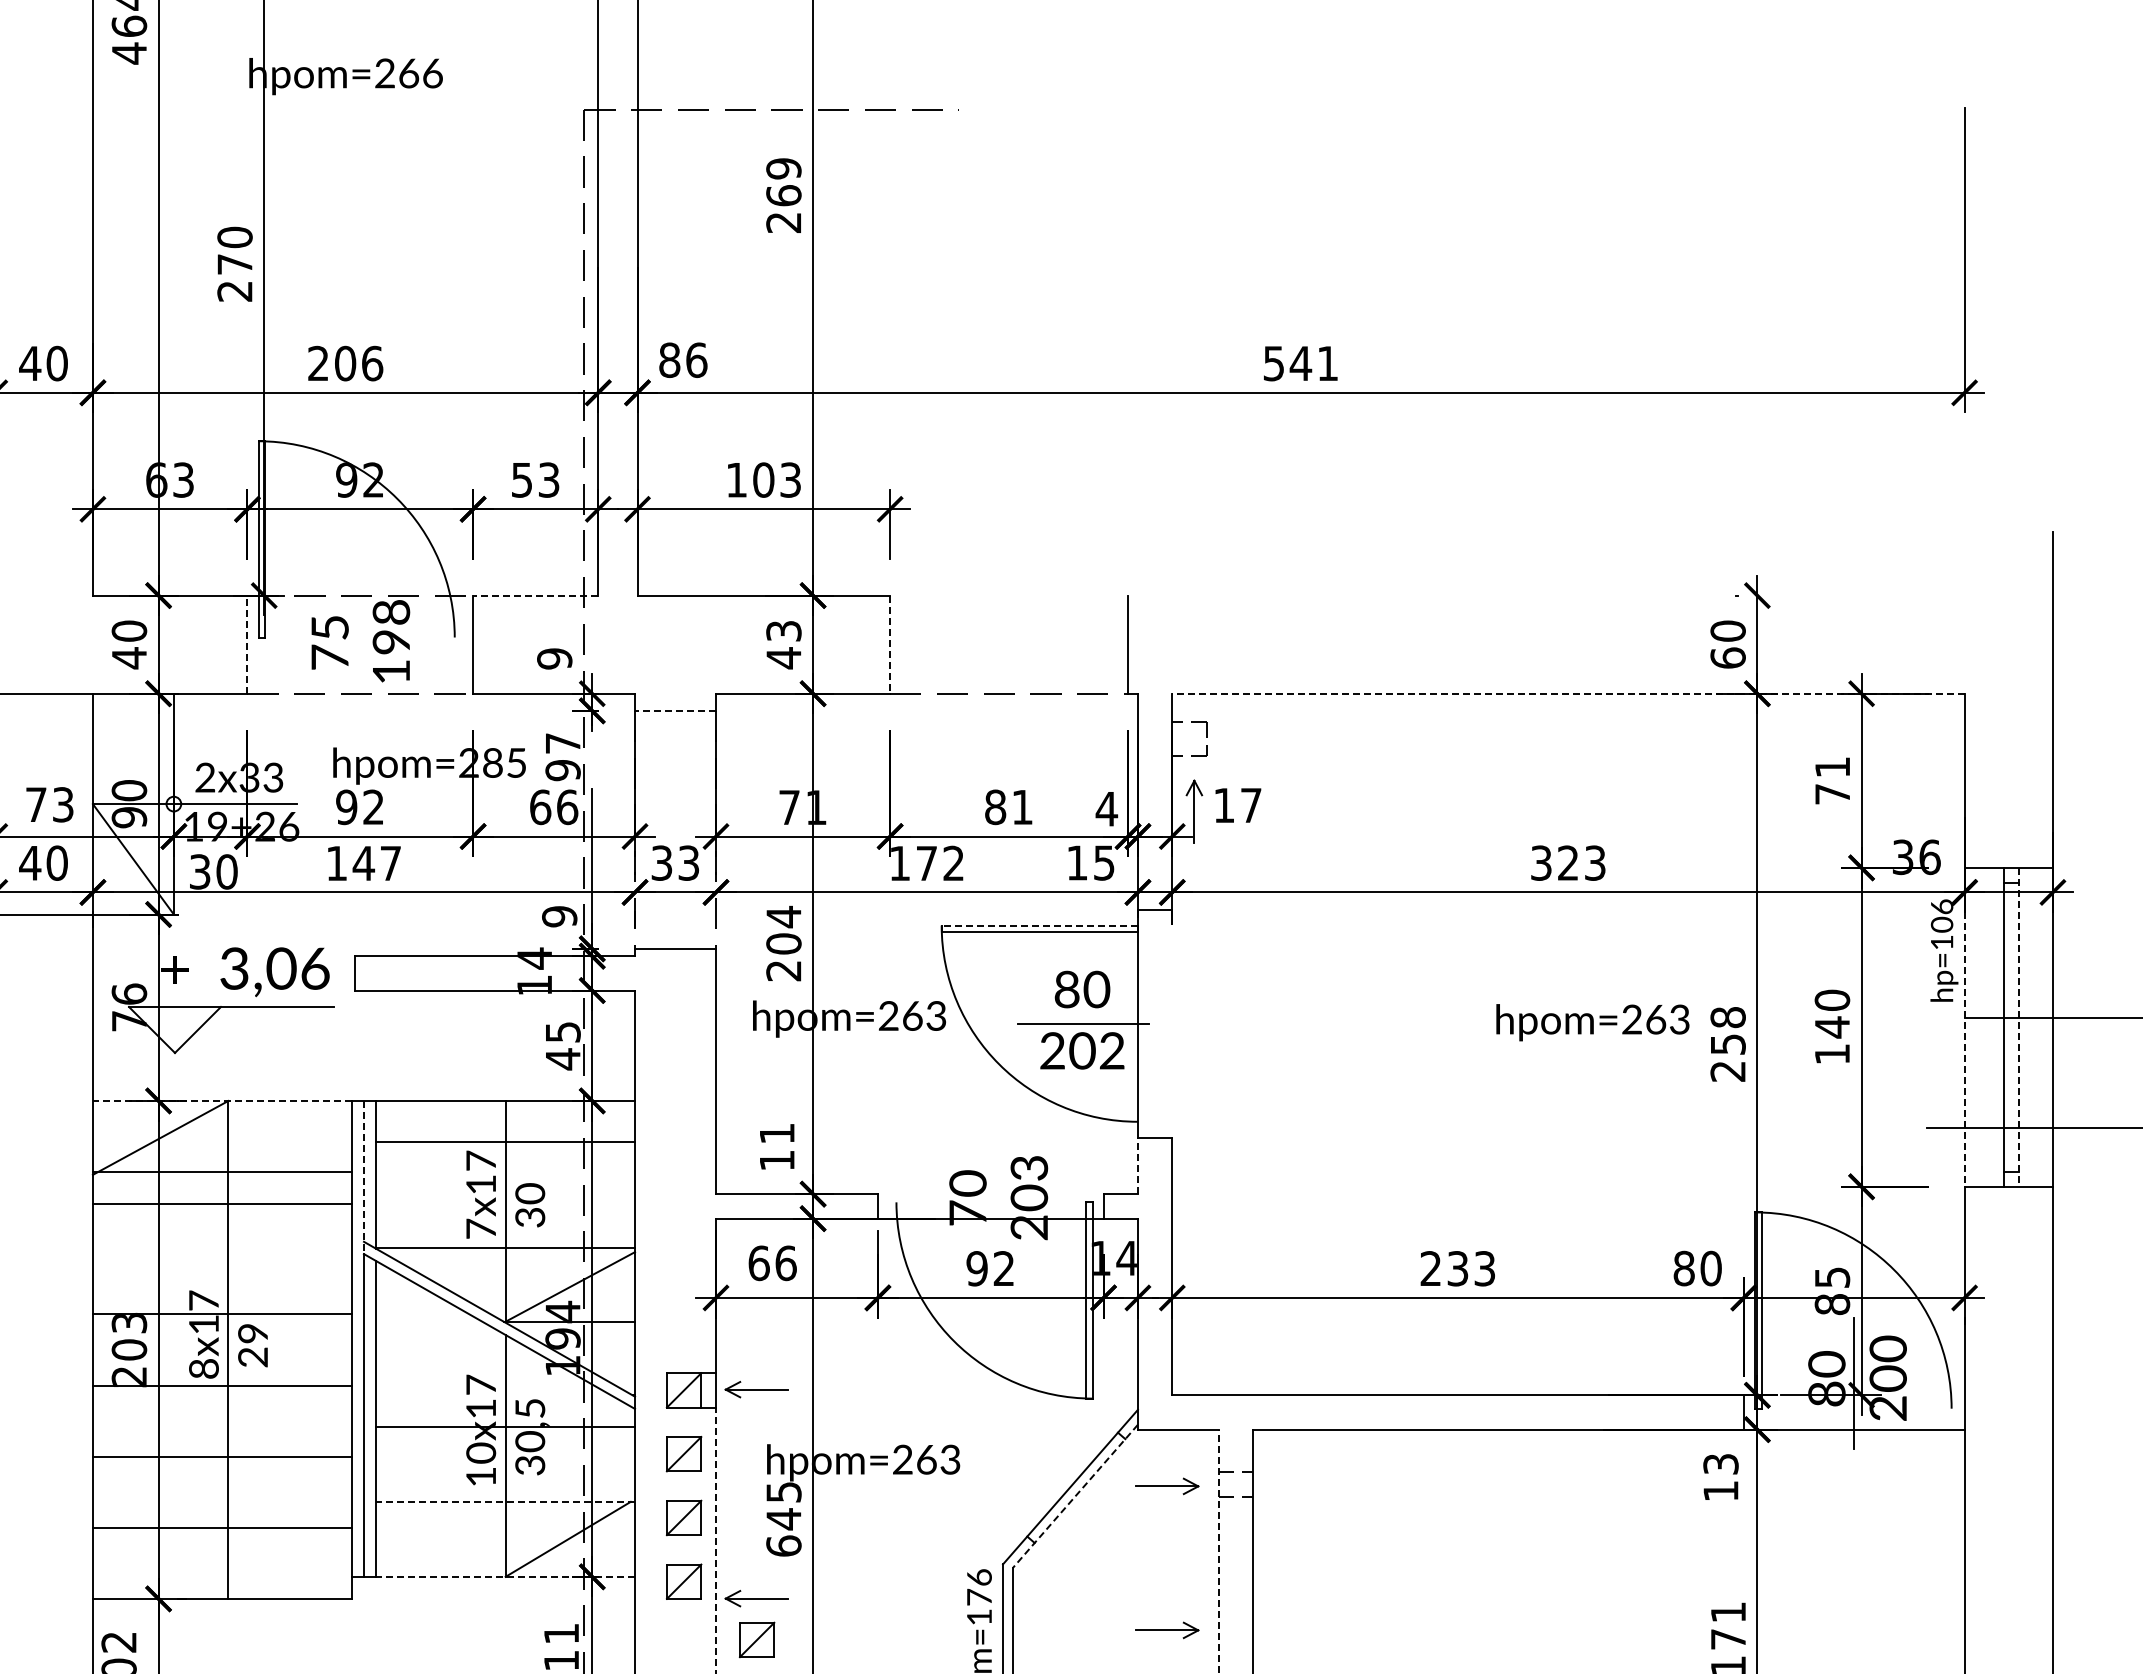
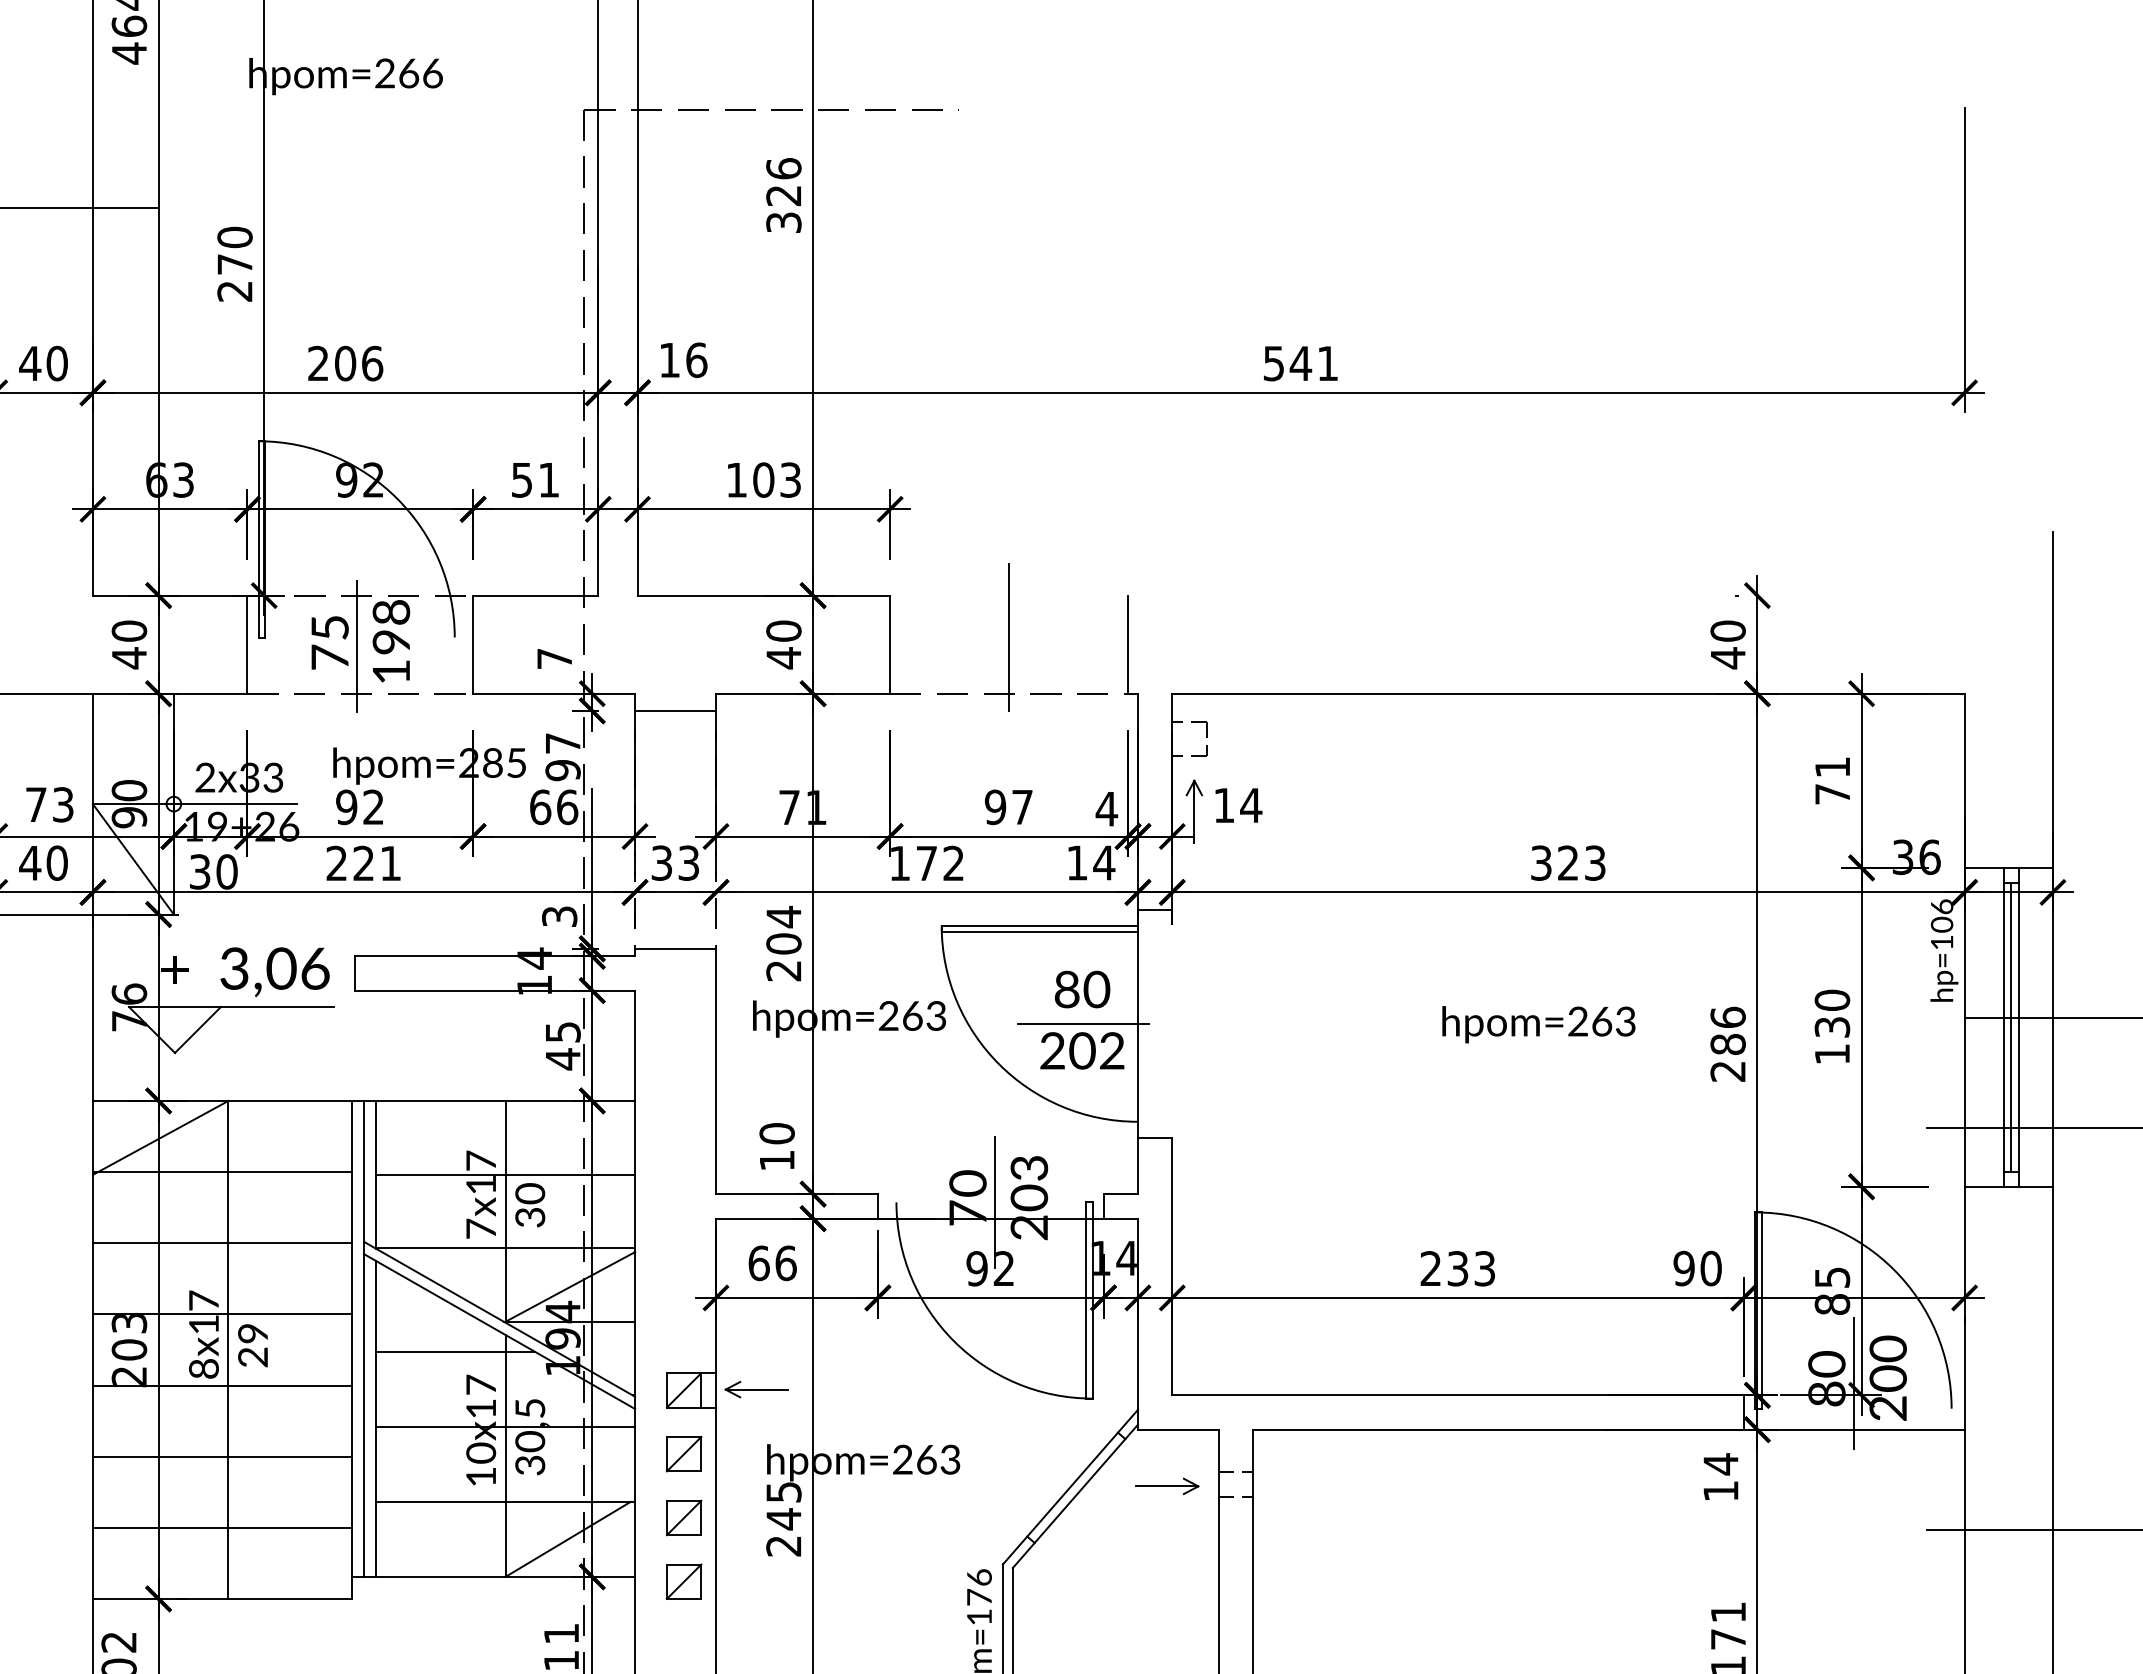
text at (783, 195): 269 -> 326
line at (80, 208): none -> present
text at (669, 360): 86 -> 16
text at (549, 479): 53 -> 51
line at (535, 595): dashed -> solid
text at (783, 630): 43 -> 40
line at (1009, 637): none -> present
line at (247, 644): dashed -> solid
line at (890, 645): dashed -> solid
line at (356, 646): none -> present
text at (554, 658): 9 -> 7
text at (1727, 658): 60 -> 40
line at (1567, 693): dashed -> solid
line at (675, 710): dashed -> solid
text at (1251, 805): 17 -> 14
text at (1008, 807): 81 -> 97
text at (363, 862): 147 -> 221
text at (1104, 862): 15 -> 14
text at (559, 916): 9 -> 3
line at (1039, 925): dashed -> solid
text at (1592, 1022) position: (1592, 1022) -> (1538, 1024)
text at (1832, 1027): 140 -> 130
line at (1964, 1027): dashed -> solid
line at (2011, 1027): none -> present
line at (2018, 1027): dashed -> solid
text at (1727, 1030): 258 -> 286
line at (221, 1100): dashed -> solid
text at (776, 1133): 11 -> 10
line at (505, 1141) position: (505, 1141) -> (505, 1174)
line at (1137, 1165): dashed -> solid
line at (363, 1177): dashed -> solid
line at (994, 1201): none -> present
line at (221, 1204) position: (221, 1204) -> (221, 1243)
text at (1683, 1268): 80 -> 90
line at (455, 1351): none -> present
text at (1720, 1464): 13 -> 14
line at (1075, 1496): dashed -> solid
line at (505, 1501): dashed -> solid
line at (2032, 1529): none -> present
line at (716, 1540): dashed -> solid
text at (783, 1545): 645 -> 245
line at (1218, 1551): dashed -> solid
line at (505, 1576): dashed -> solid
part at (756, 1598): present -> none
part at (1167, 1630): present -> none
part at (756, 1639): present -> none
